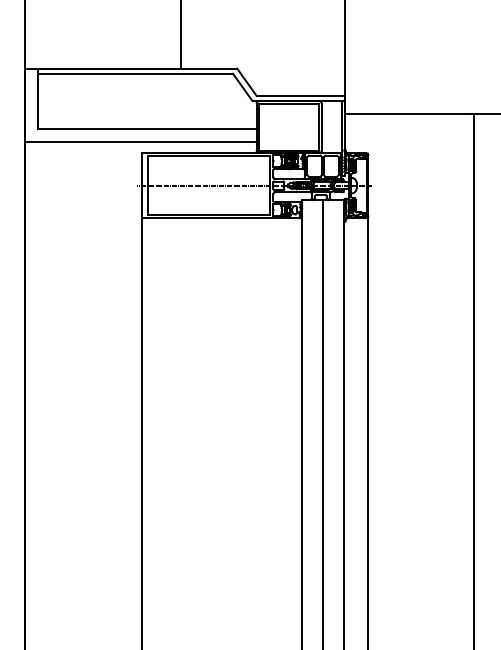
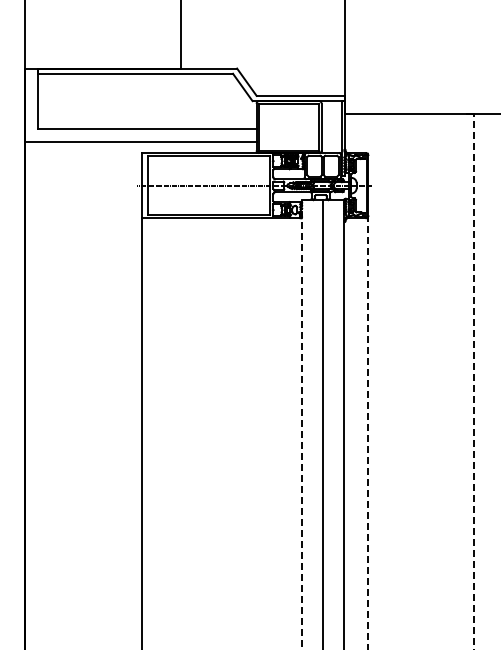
line at (473, 382): solid -> dashed
line at (302, 425): solid -> dashed
line at (368, 432): solid -> dashed
